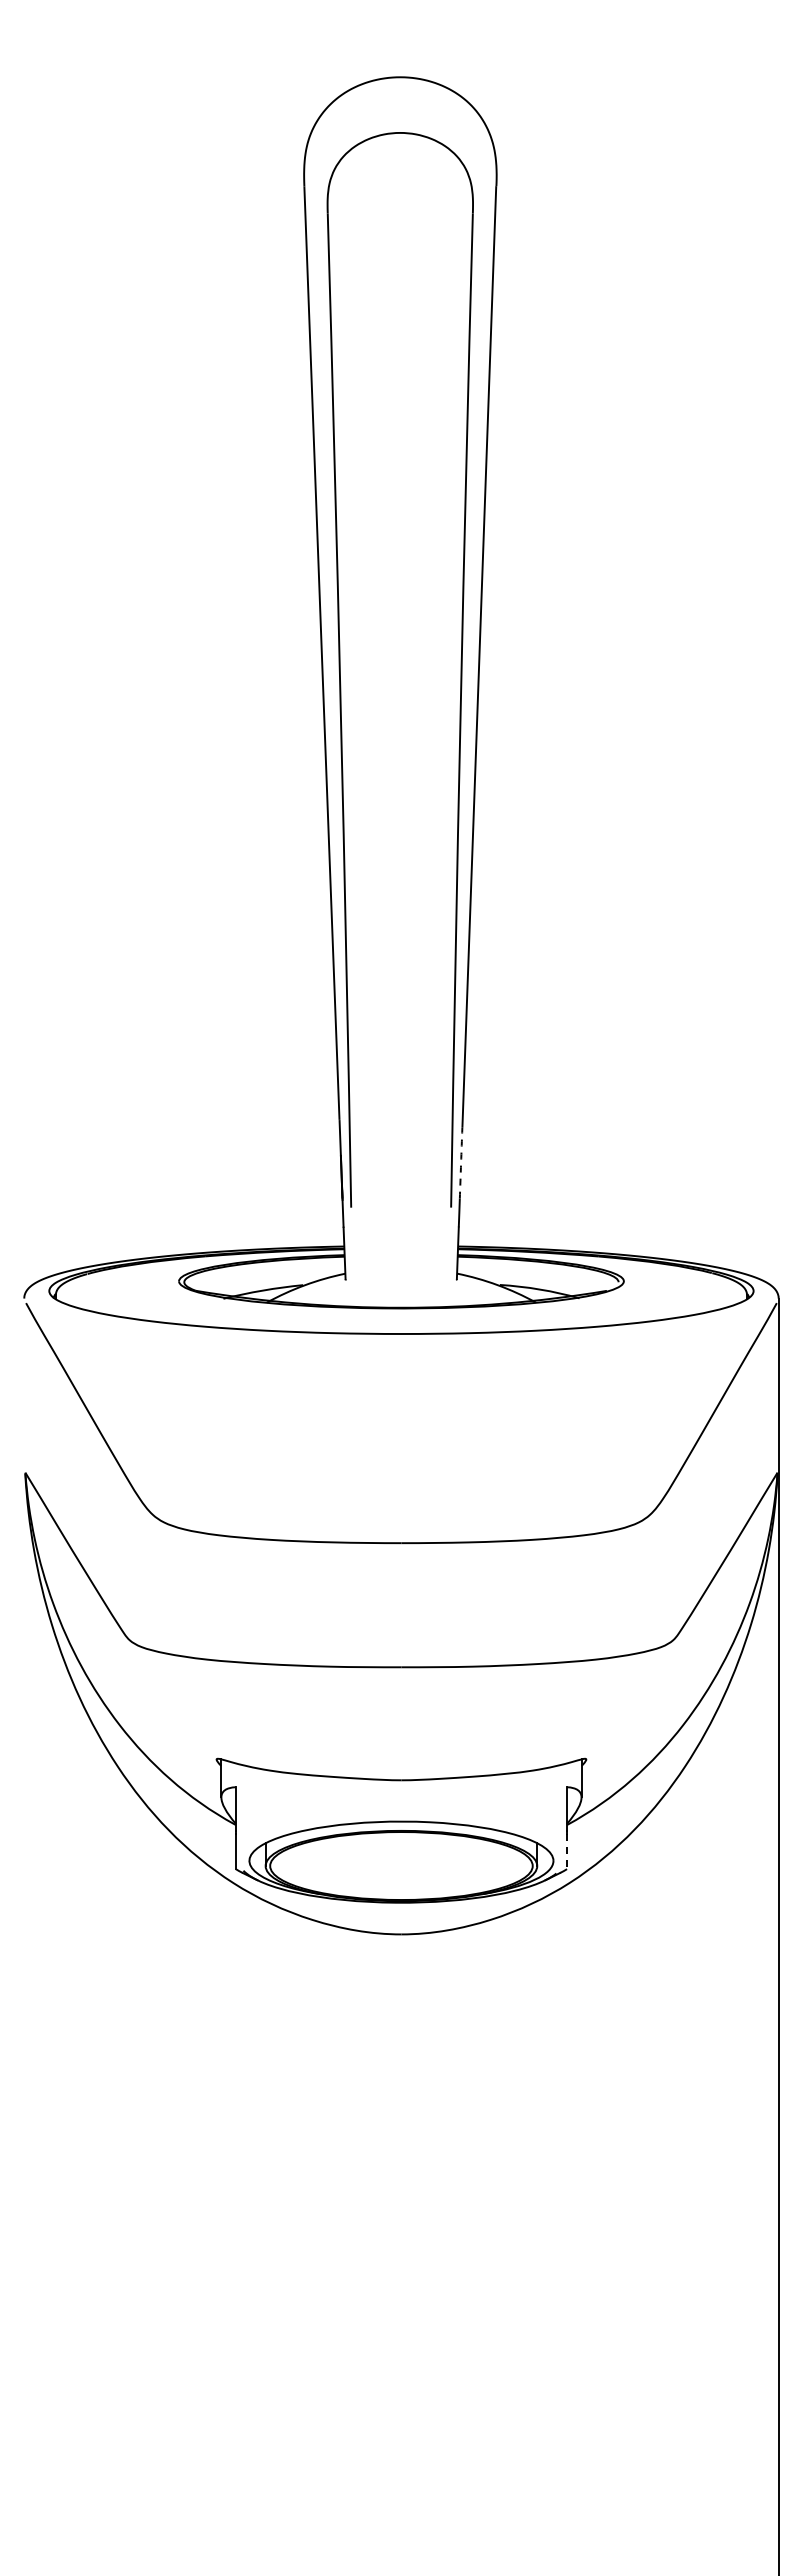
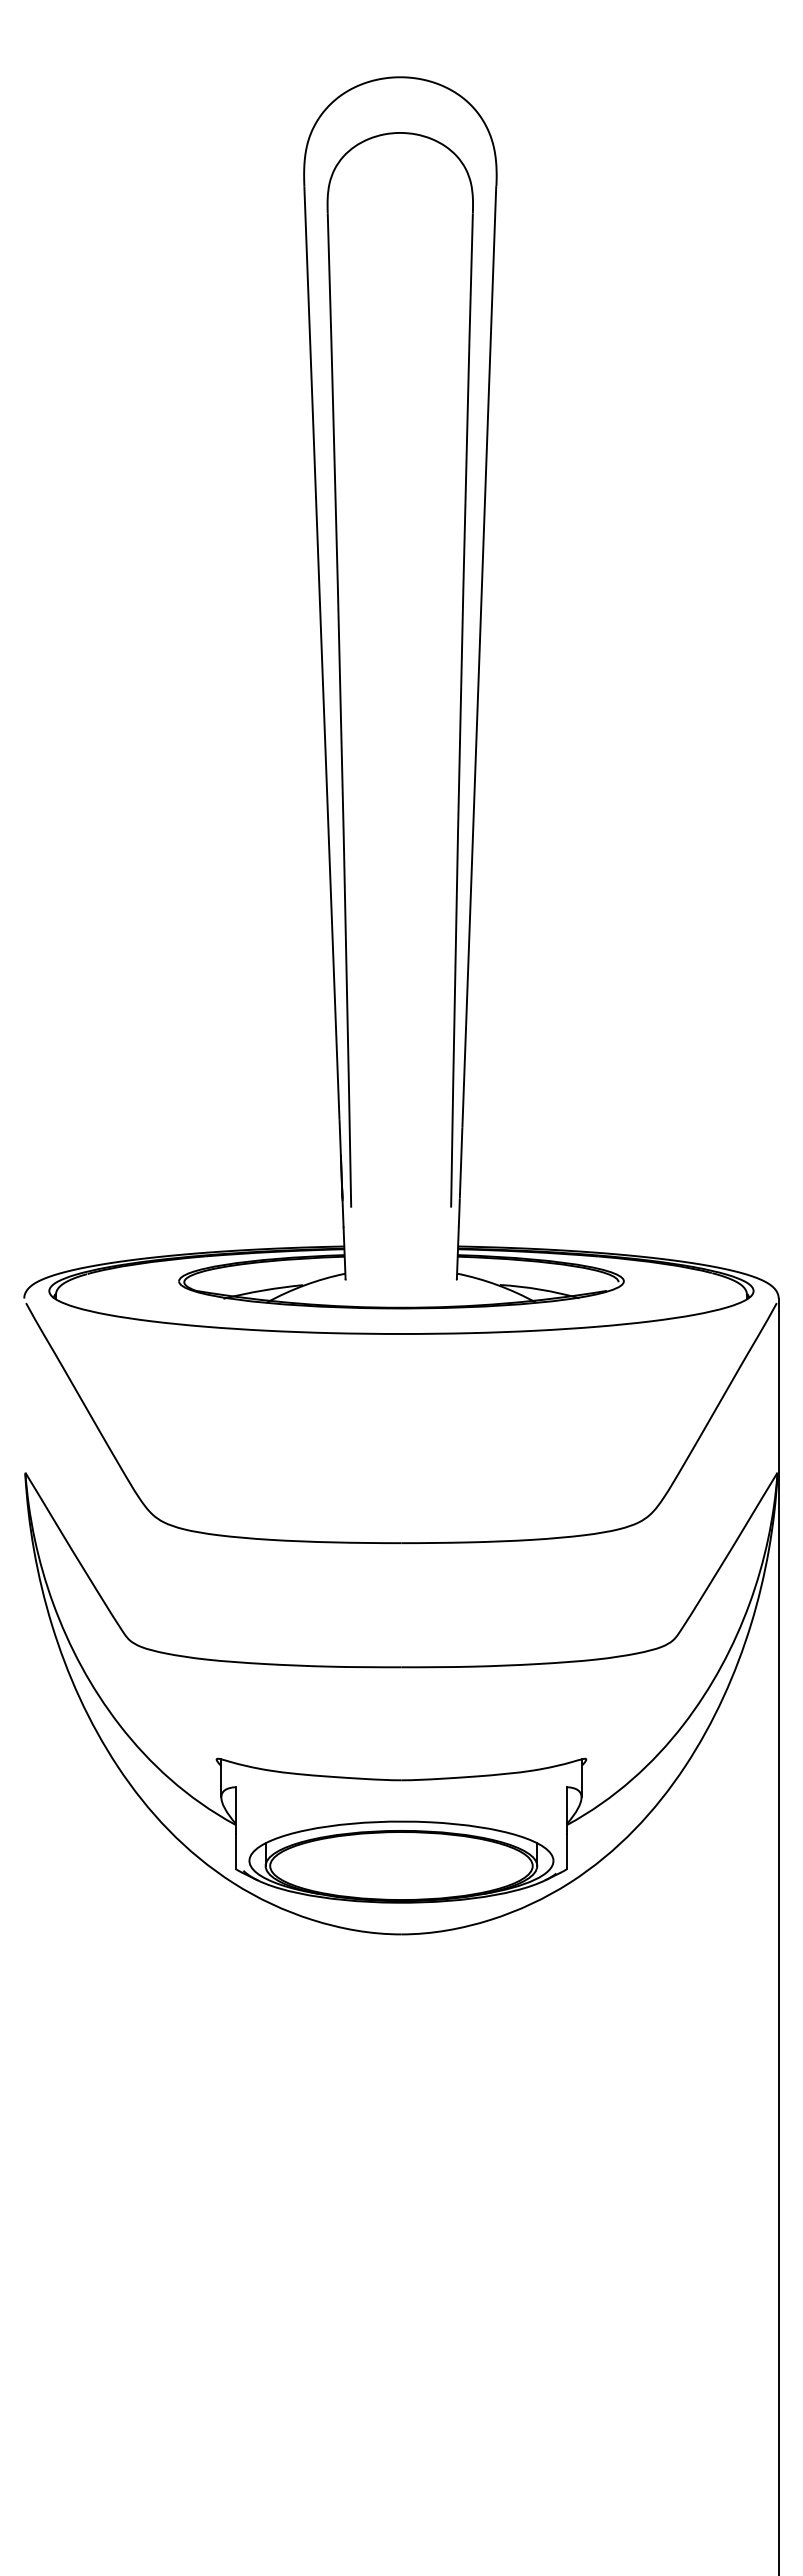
arc at (461, 1163): dashed -> solid
line at (567, 1851): dashed -> solid
